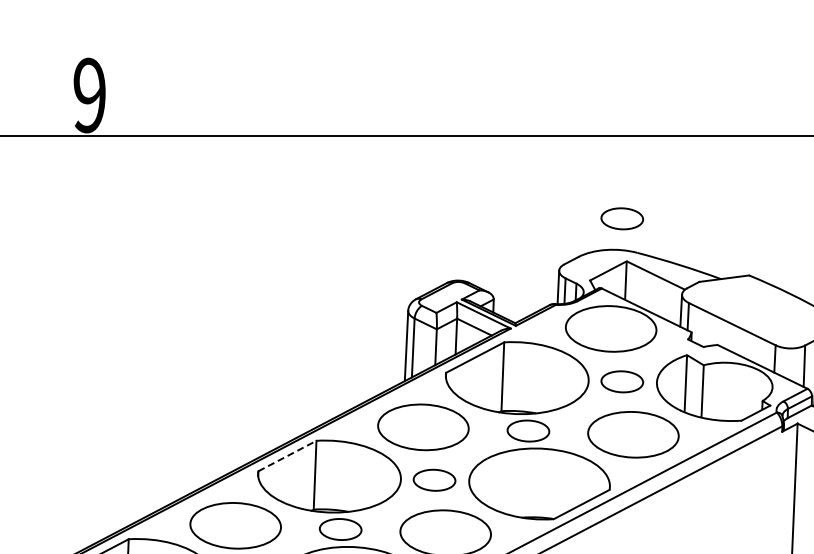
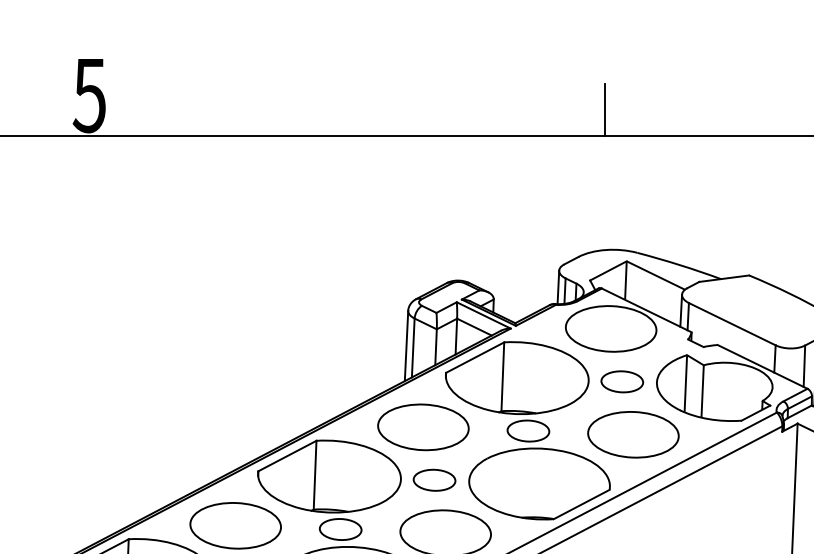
text at (88, 95): 9 -> 5
line at (604, 109): none -> present
part at (622, 218): present -> none
line at (287, 456): dashed -> solid
